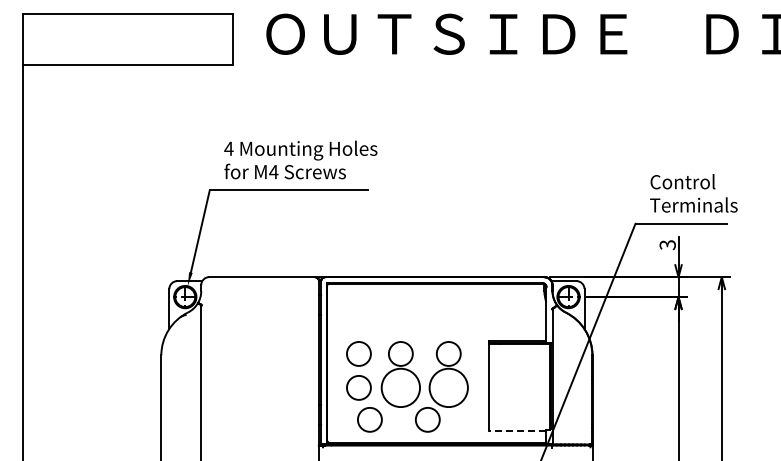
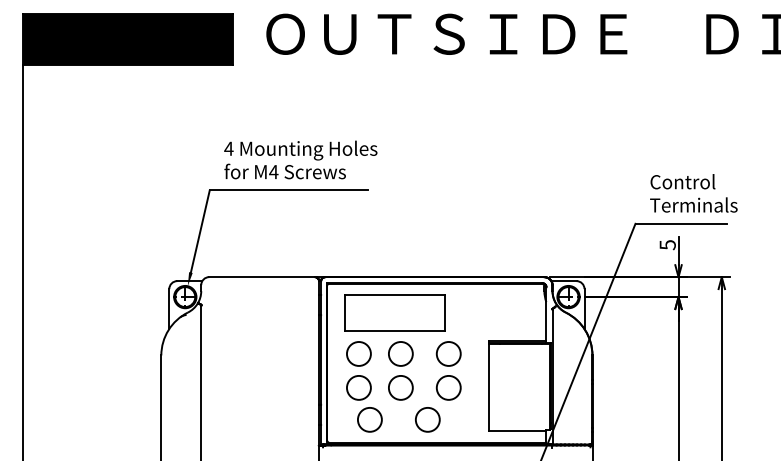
fill at (128, 39): none -> present
text at (667, 244): 3 -> 5
part at (394, 312): none -> present
circle at (400, 387) diameter: 38 px -> 24 px
circle at (448, 387) diameter: 38 px -> 24 px
line at (517, 431): dashed -> solid
